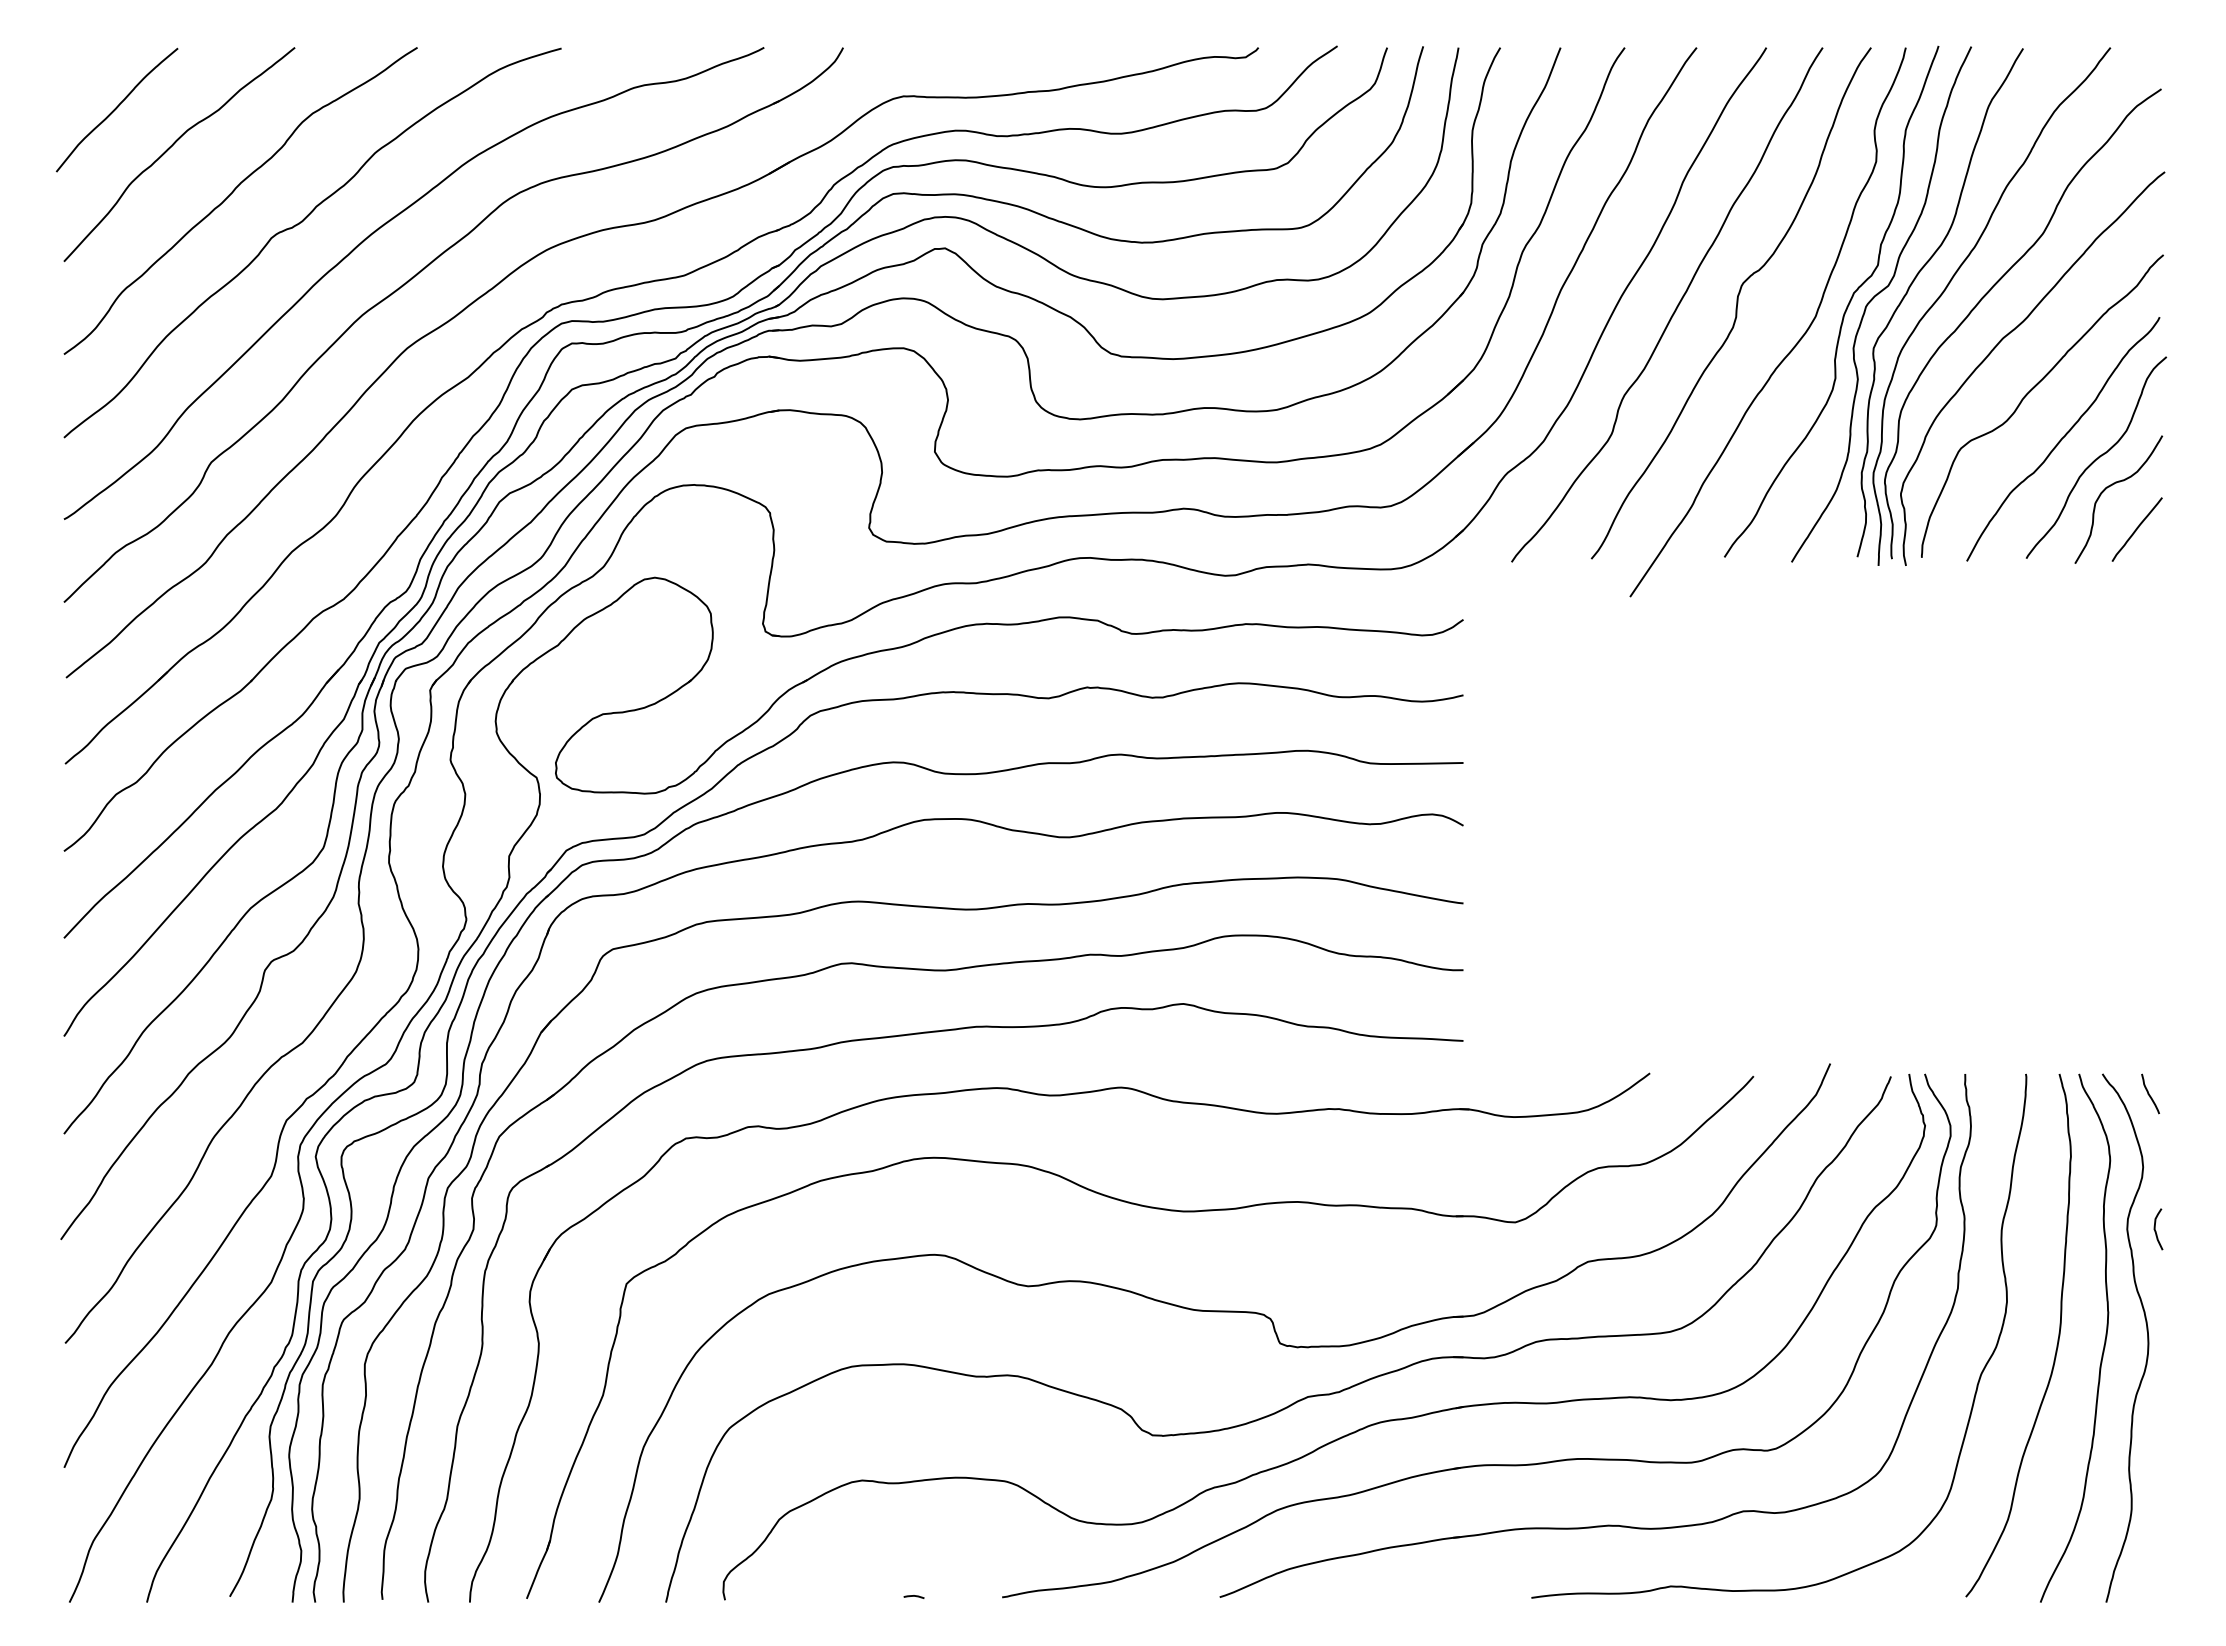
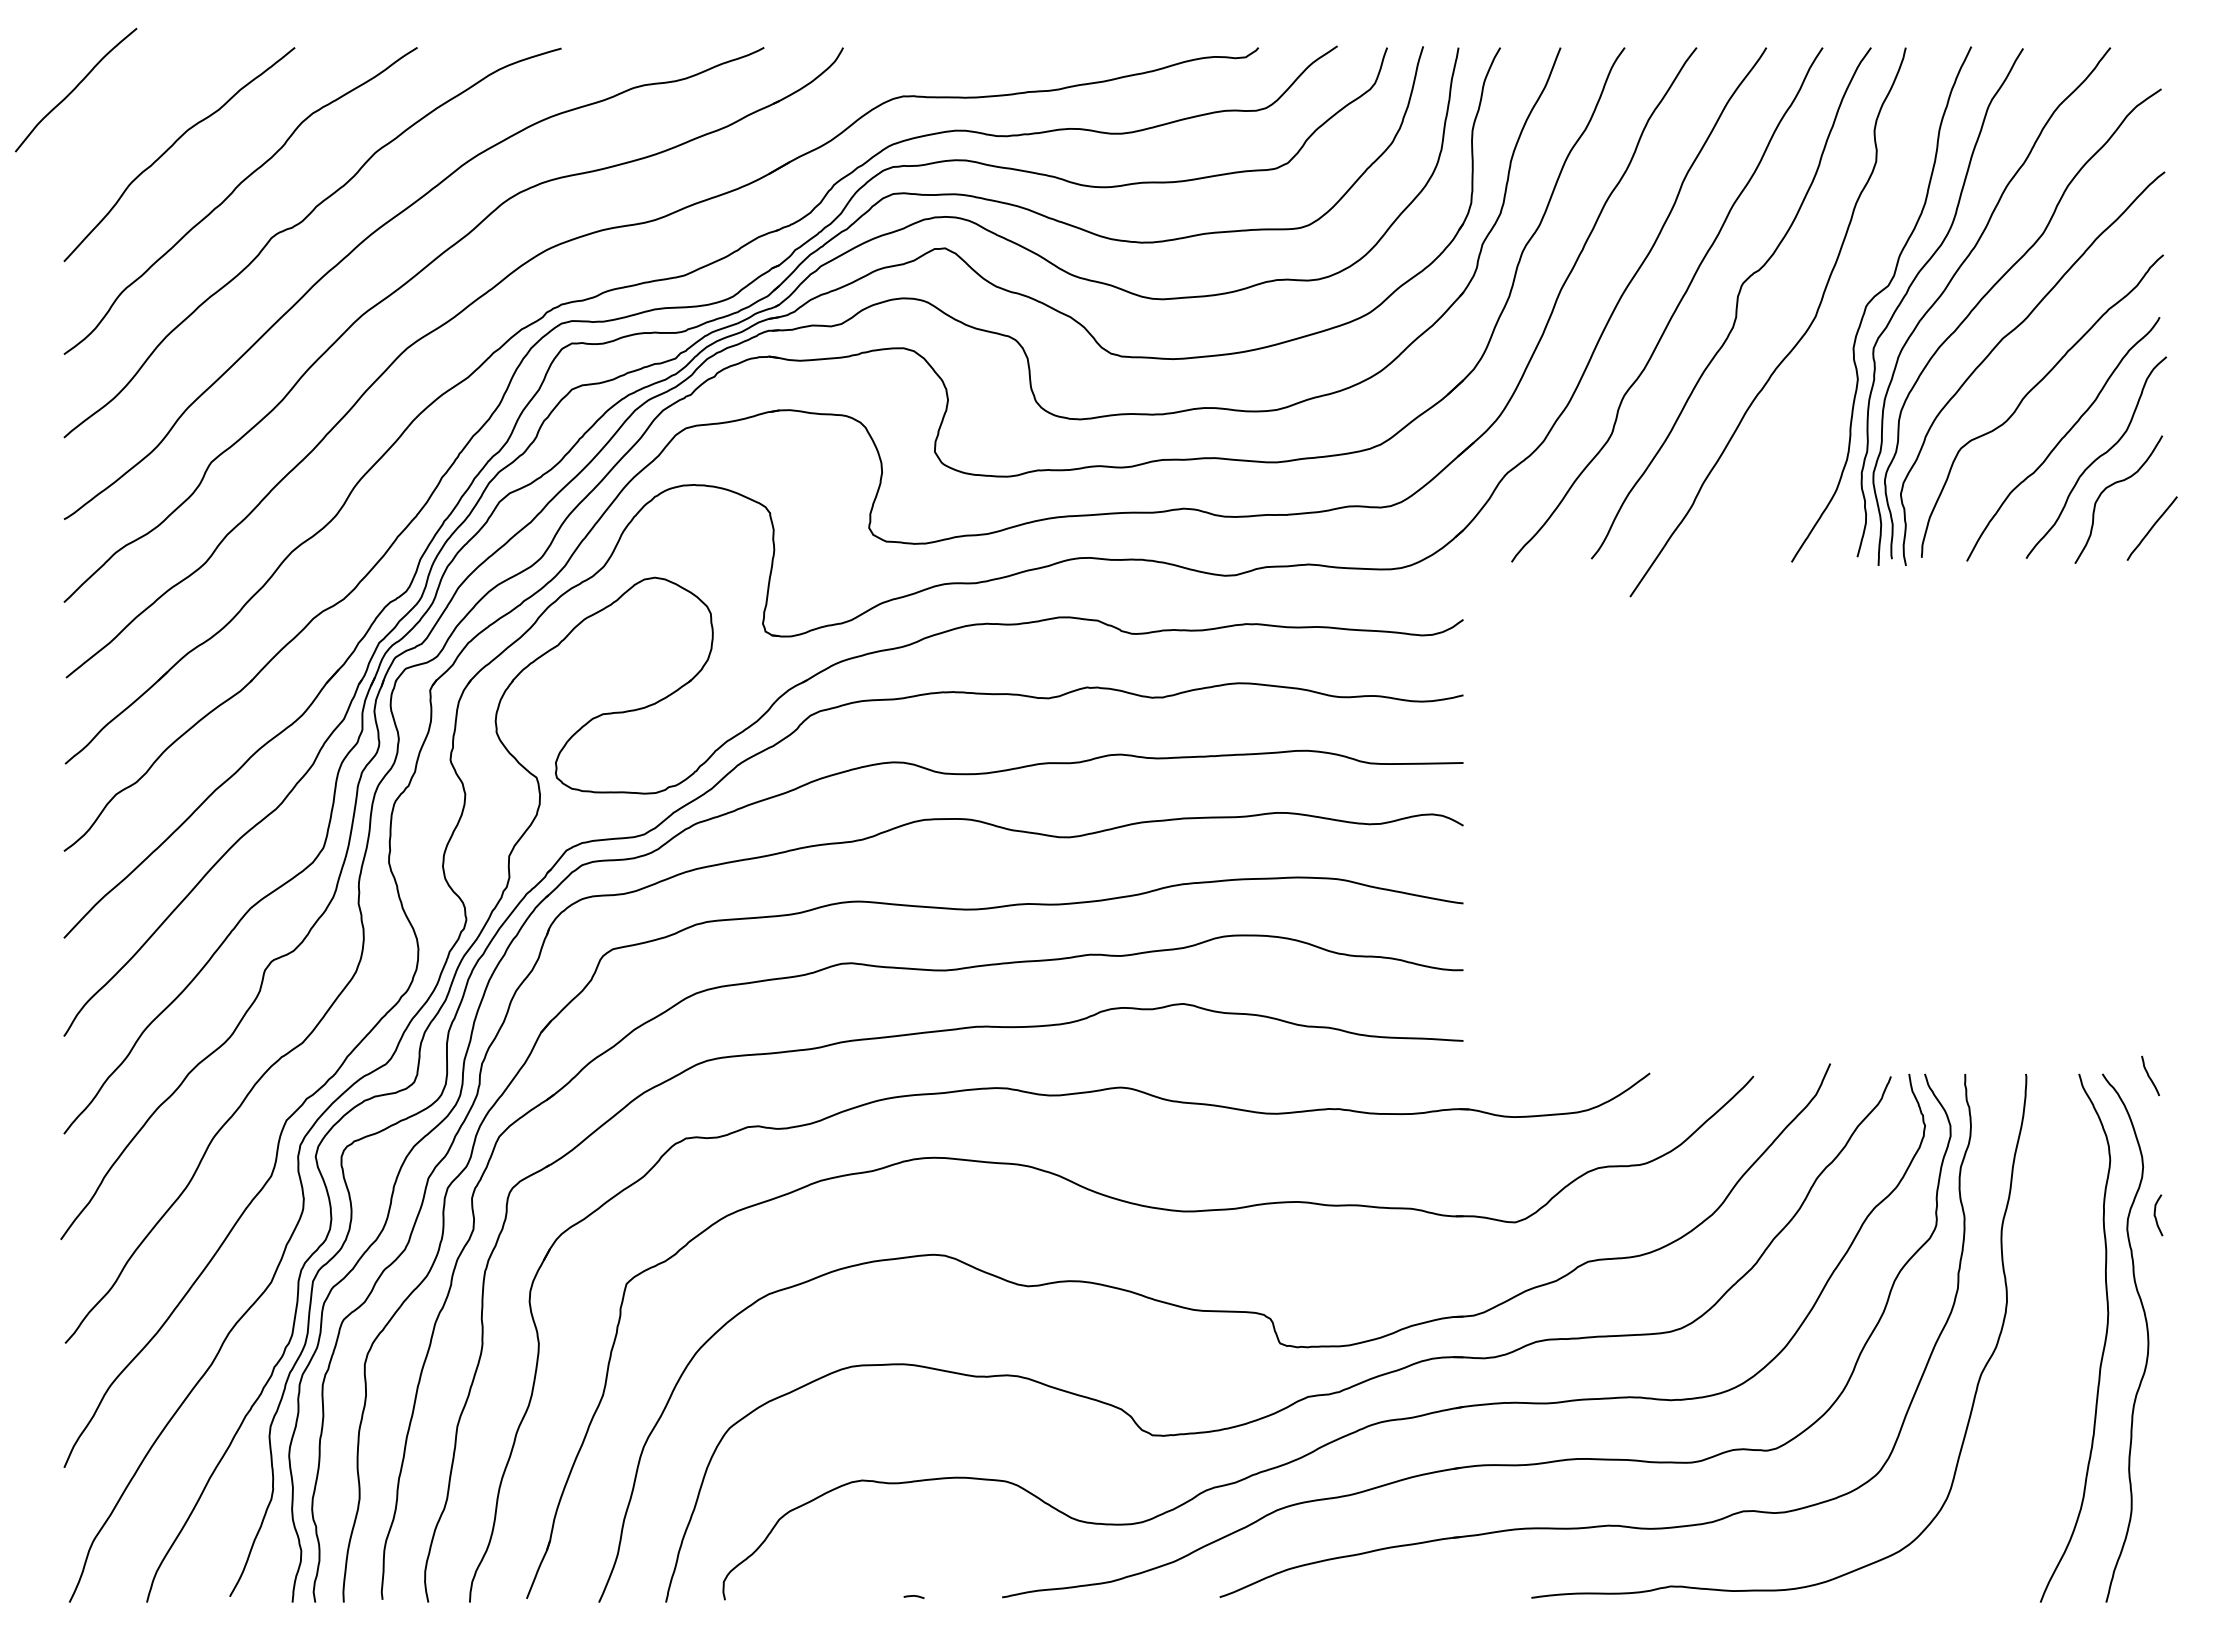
curve at (116, 109) position: (116, 109) -> (75, 89)
curve at (1845, 308): present -> none
curve at (2136, 529) position: (2136, 529) -> (2151, 528)
curve at (2149, 1093) position: (2149, 1093) -> (2149, 1075)
curve at (2156, 1231) position: (2156, 1231) -> (2156, 1217)
curve at (2056, 1344): present -> none
